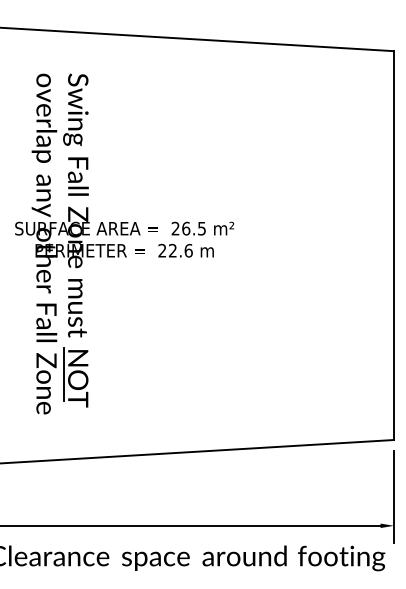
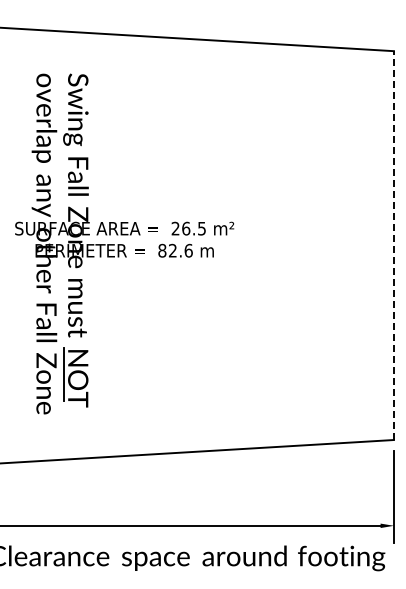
line at (393, 245): solid -> dashed
text at (162, 250): 22.6 -> 82.6
